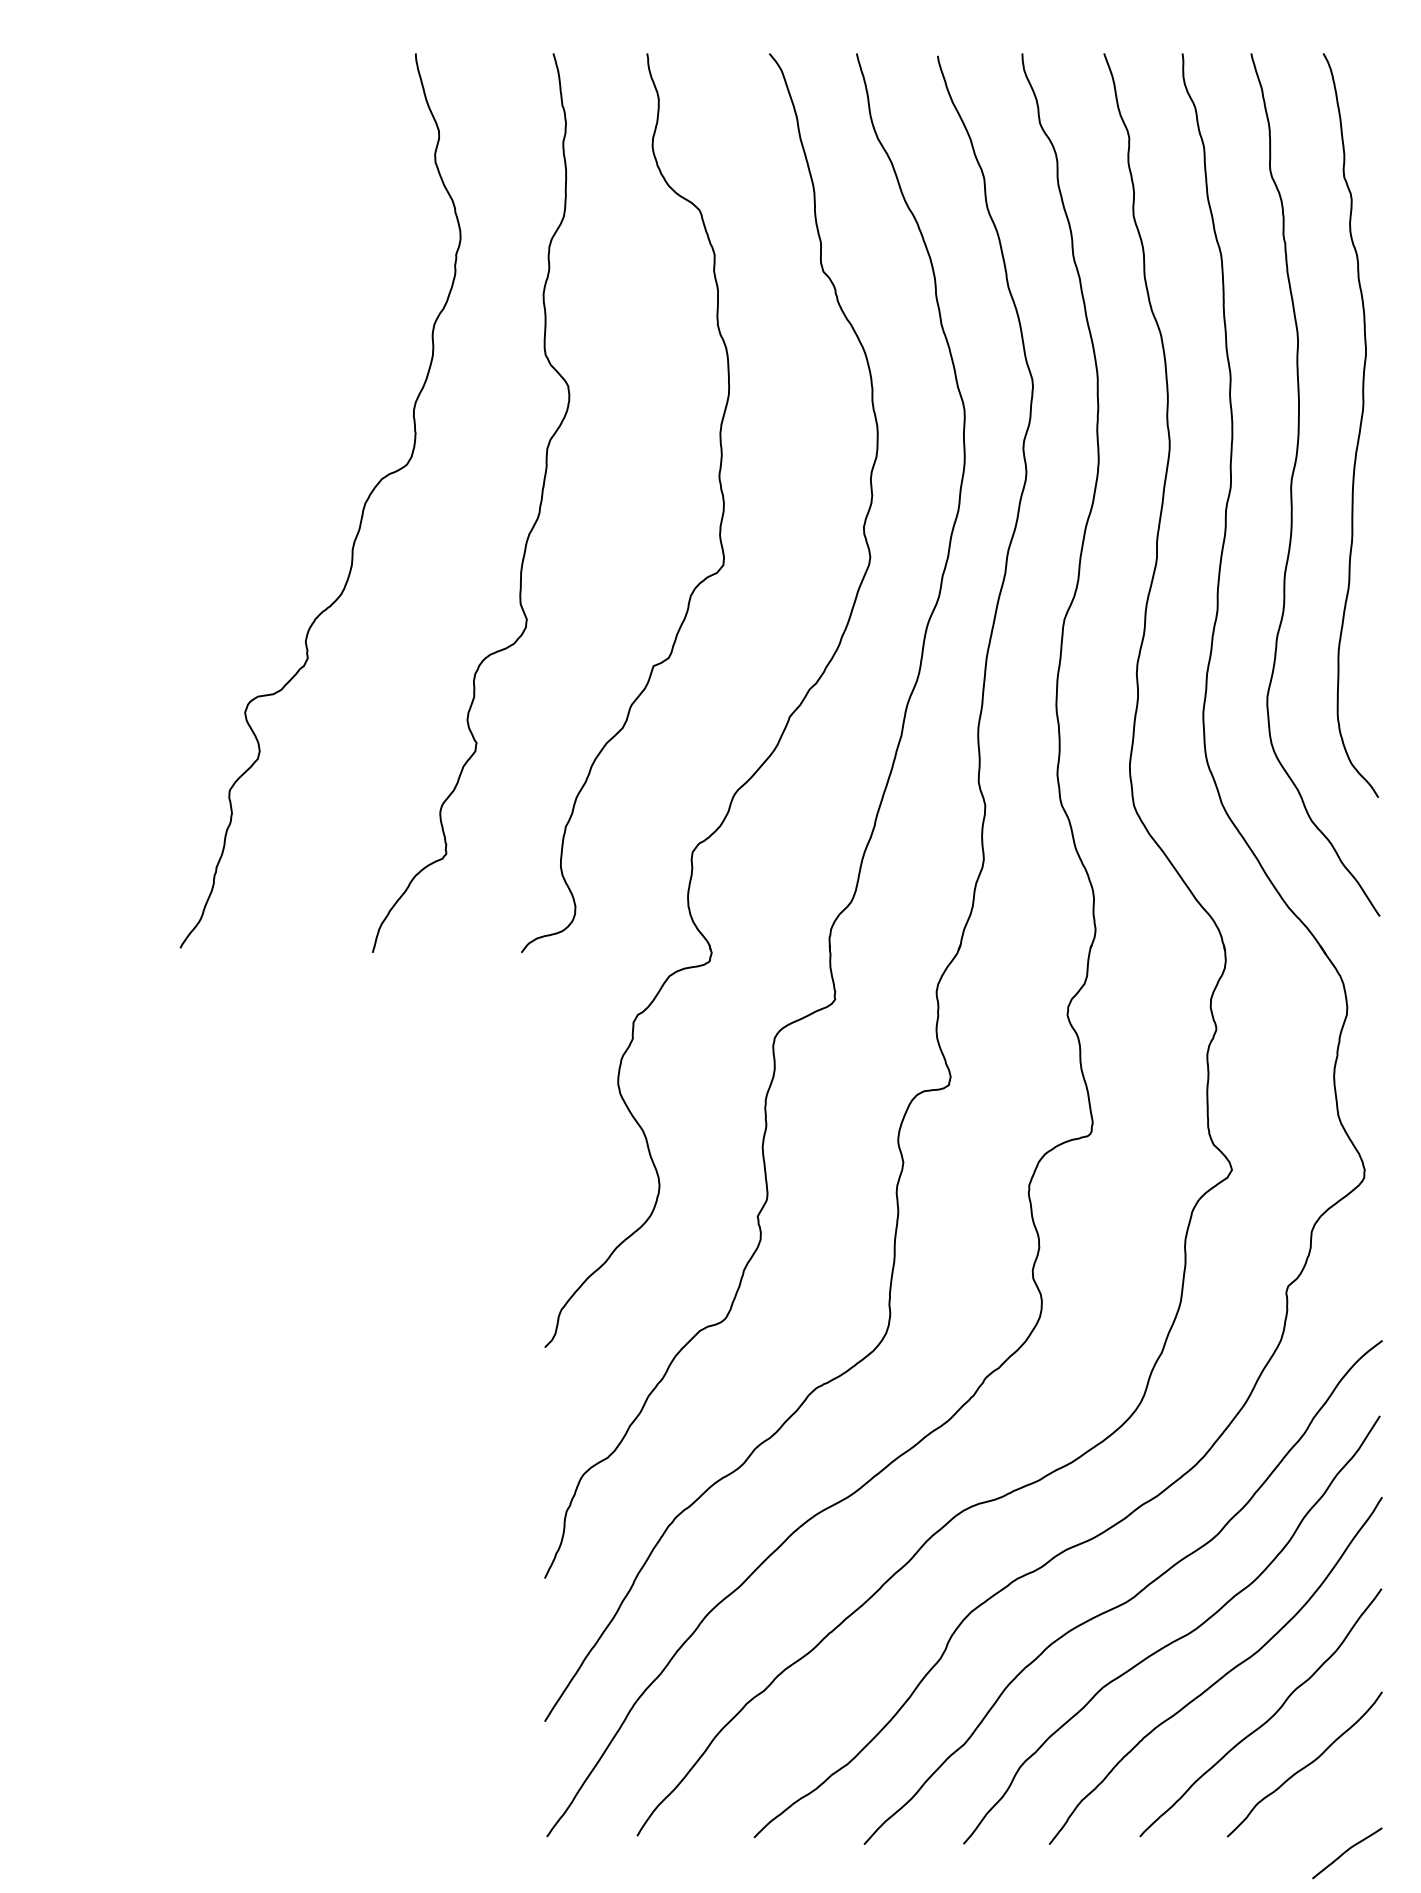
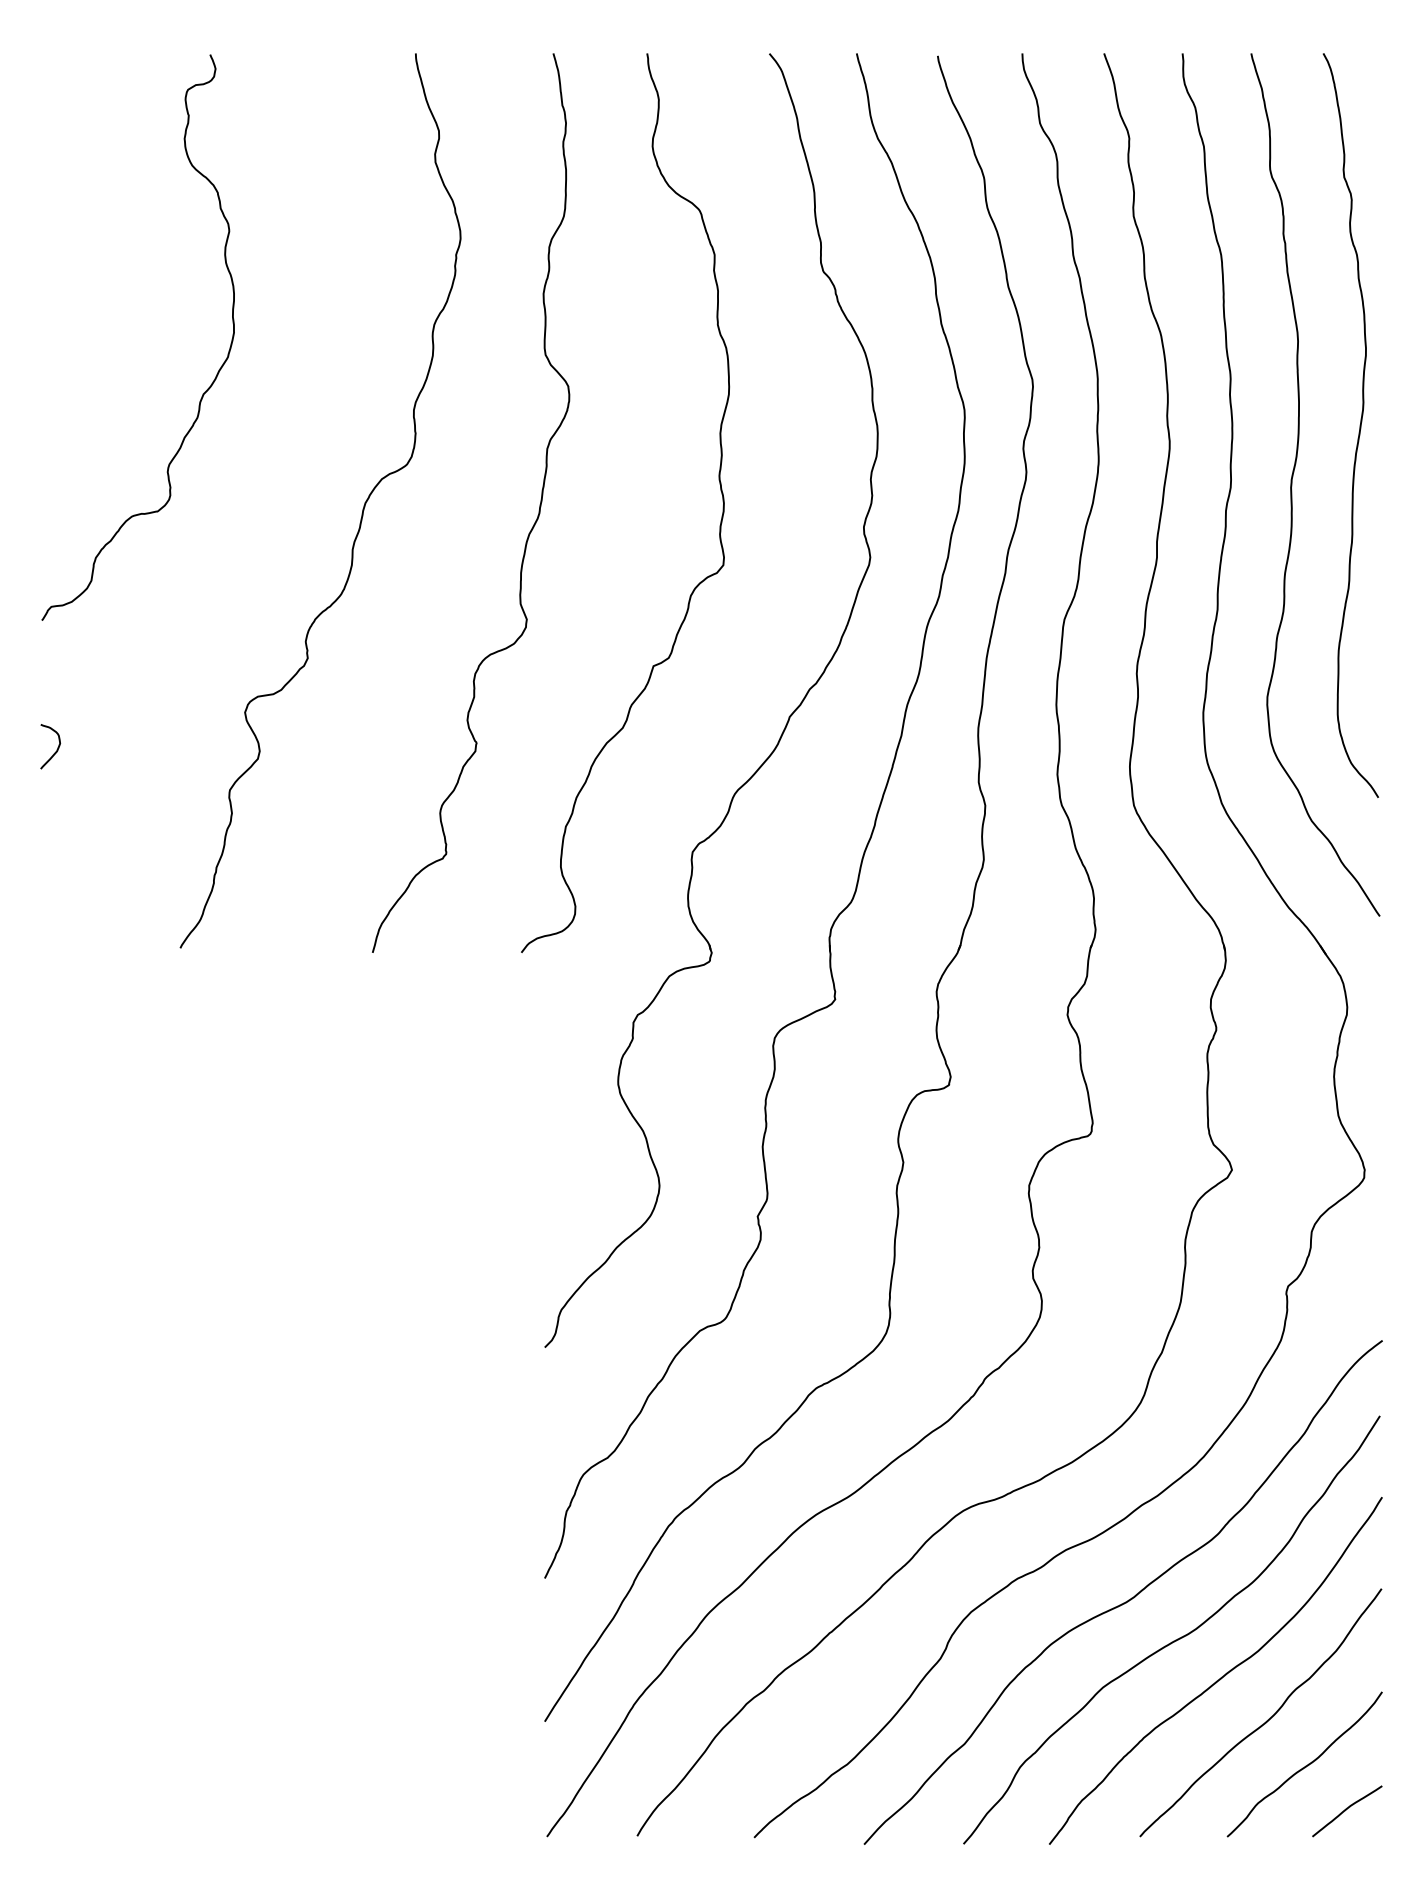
curve at (203, 392): none -> present
curve at (56, 749): none -> present
curve at (1346, 1852) position: (1346, 1852) -> (1346, 1810)
